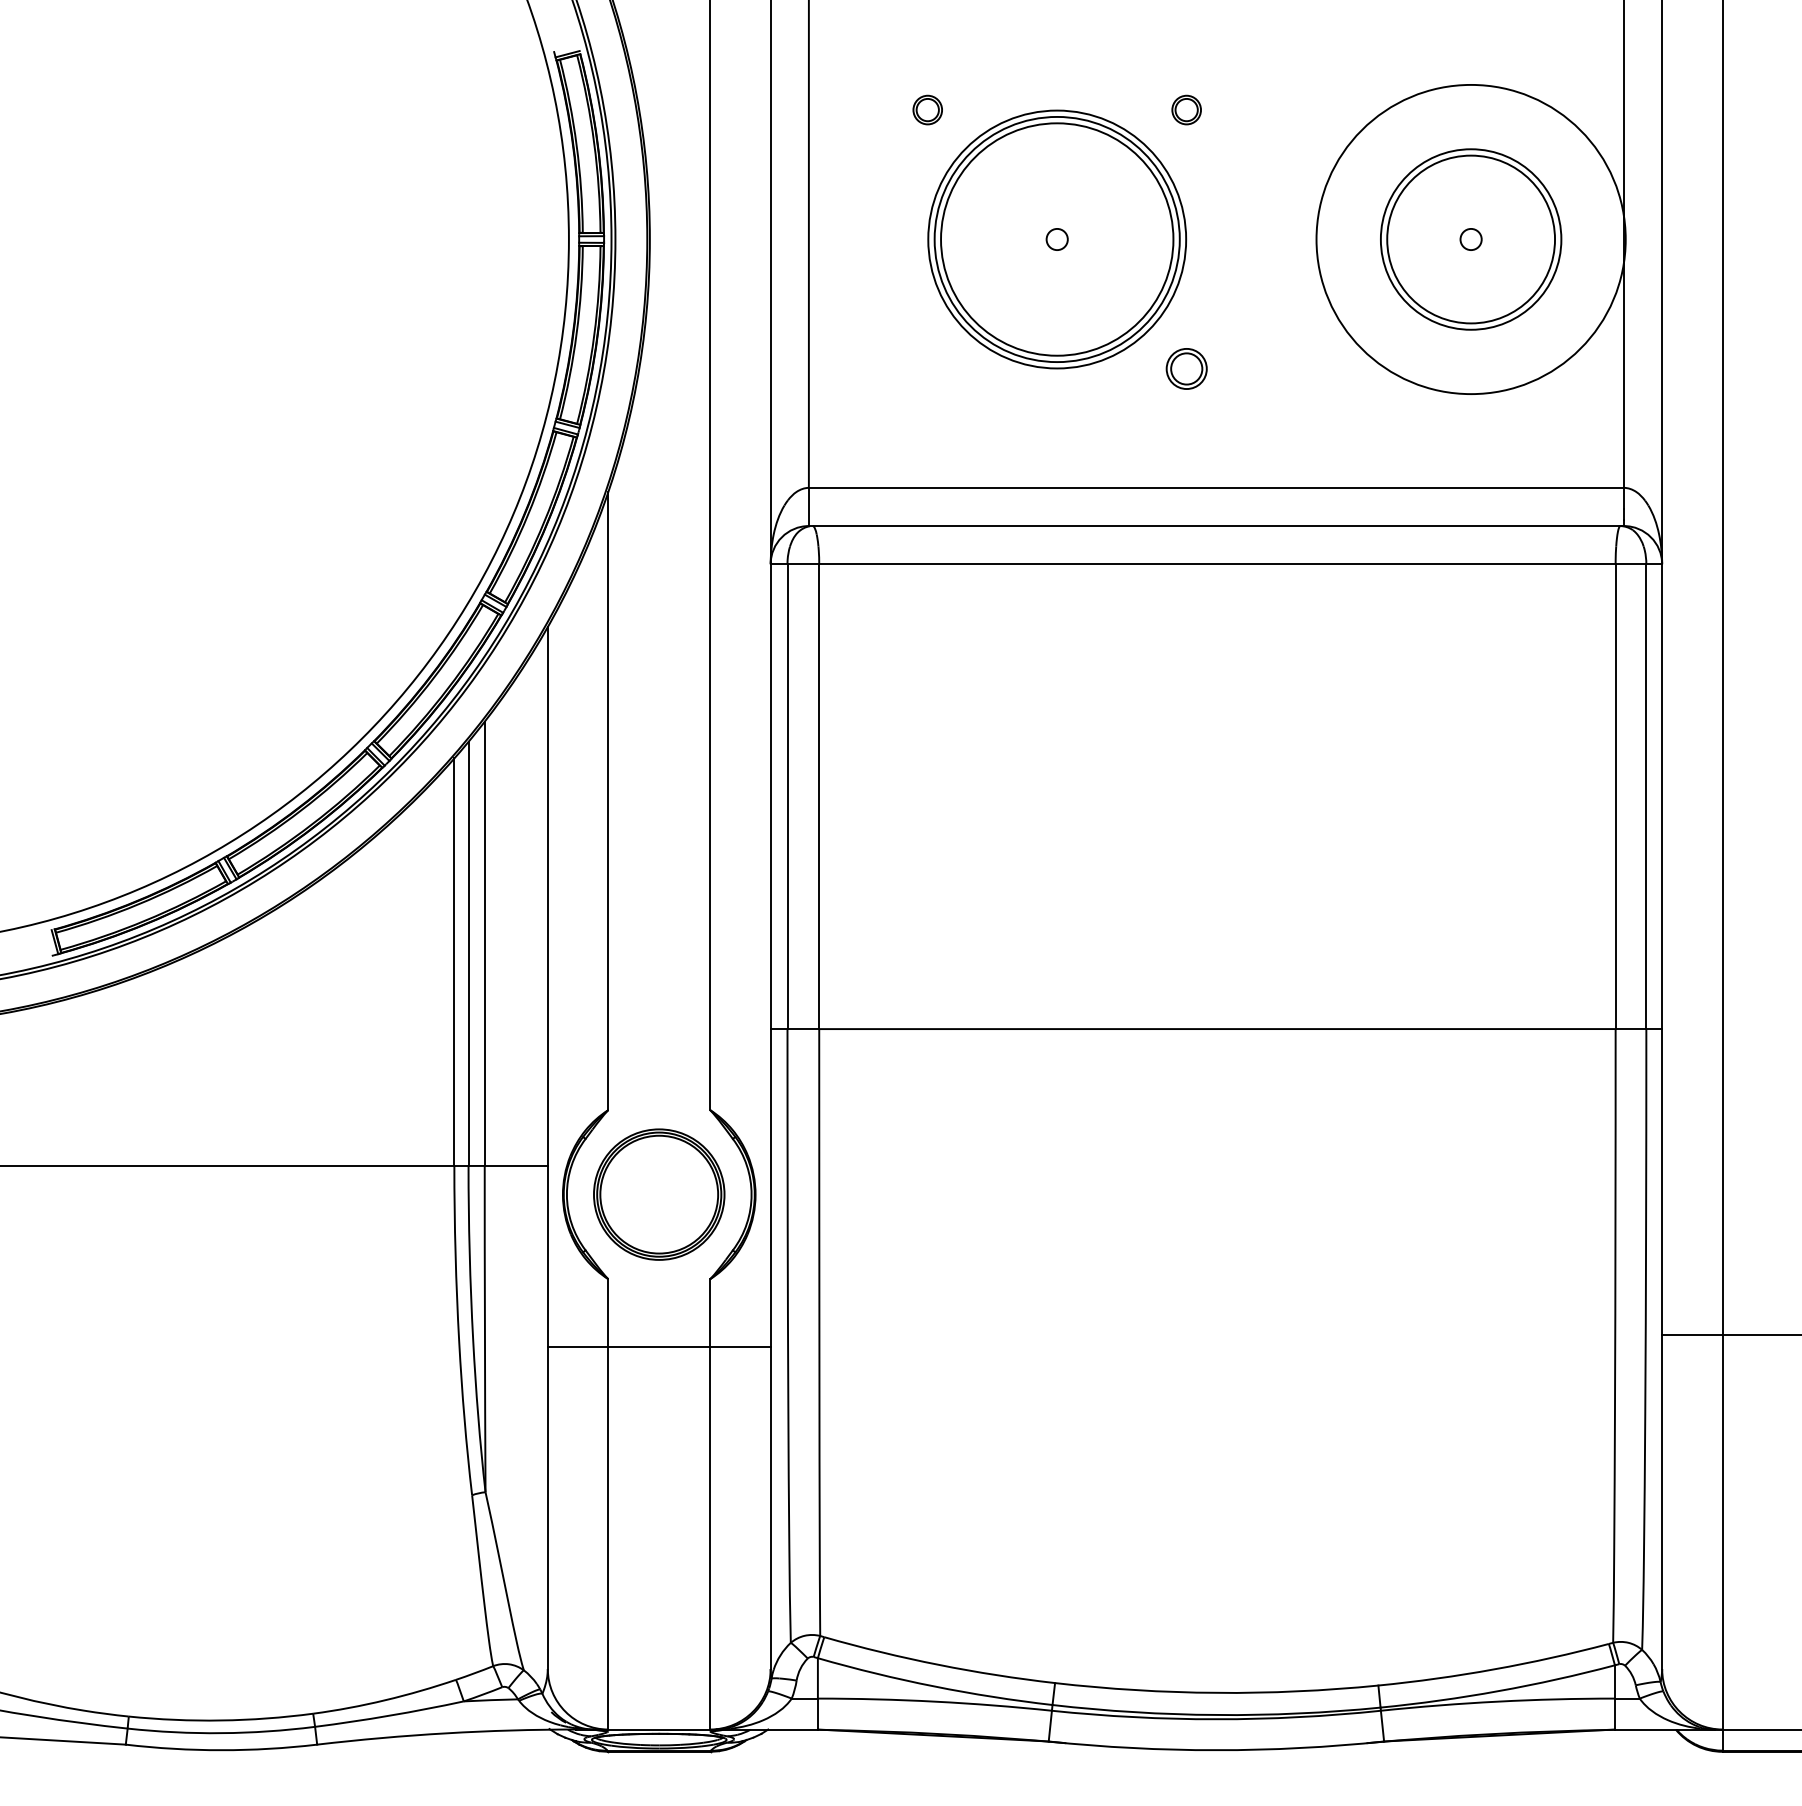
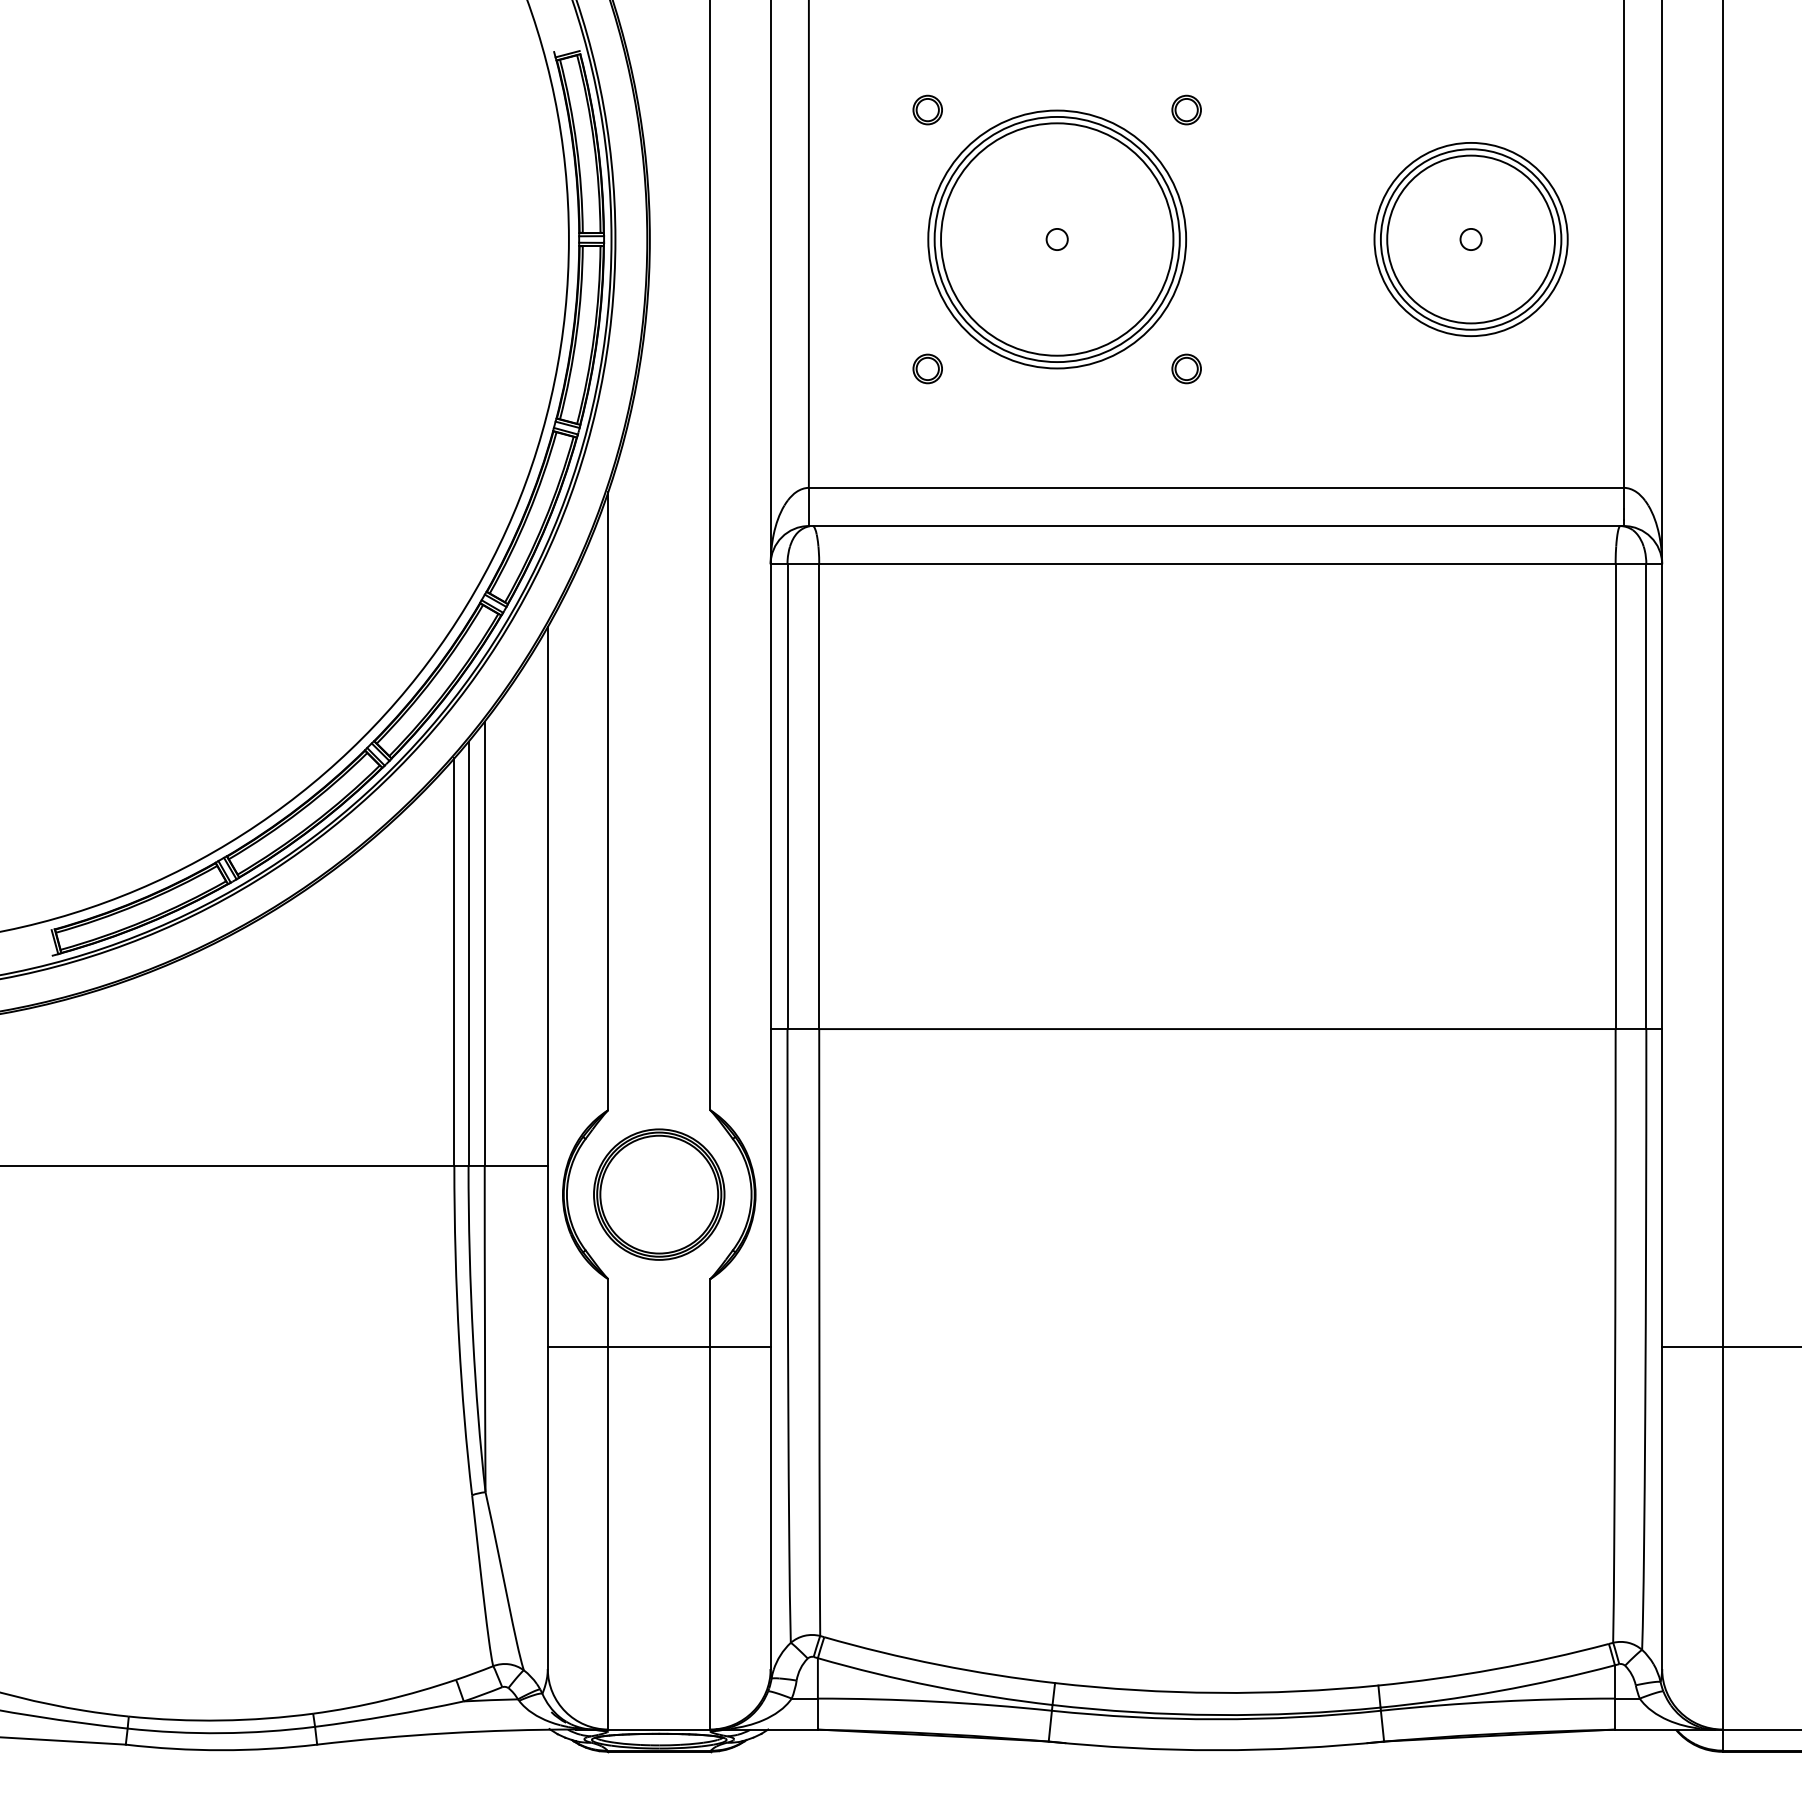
circle at (1470, 239) diameter: 309 px -> 193 px
part at (927, 368): none -> present
part at (1186, 368) size: 43x42 px -> 31x32 px
line at (1730, 1335) position: (1730, 1335) -> (1730, 1347)
